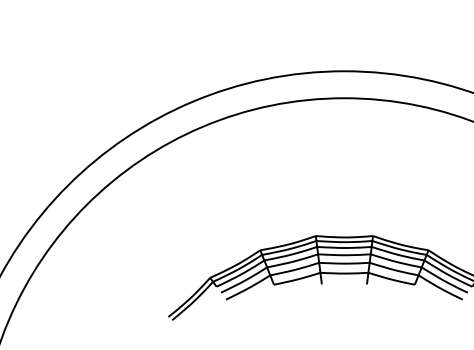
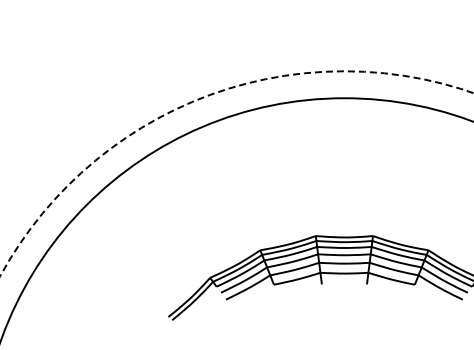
circle at (236, 173): solid -> dashed
